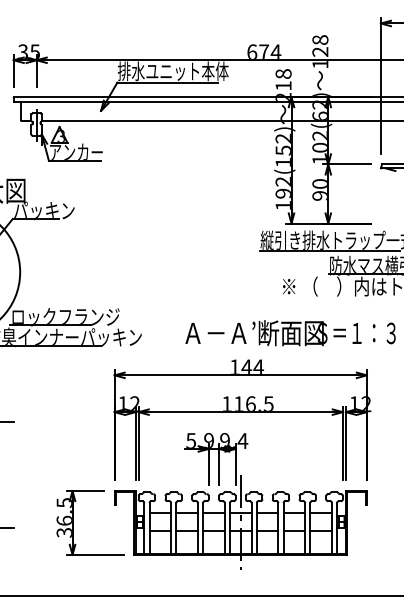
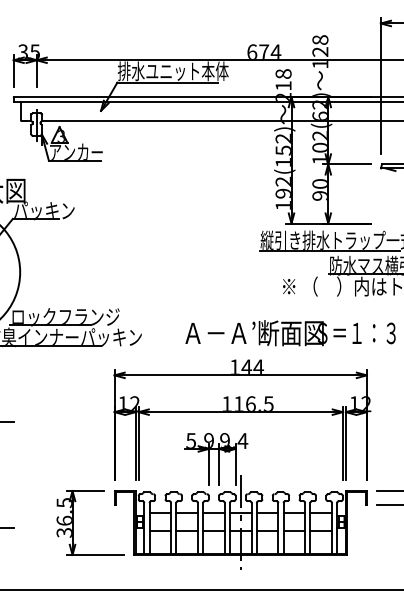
line at (388, 491): none -> present
line at (388, 505): none -> present
line at (201, 595) position: (201, 595) -> (201, 589)
